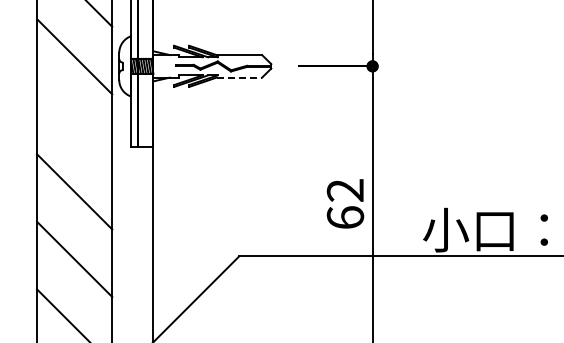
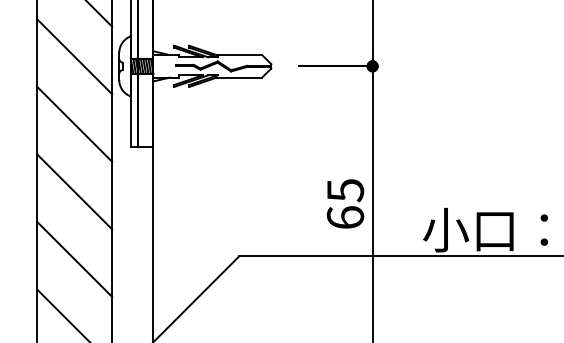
line at (239, 77): dashed -> solid
line at (74, 123): none -> present
text at (345, 190): 62 -> 65
